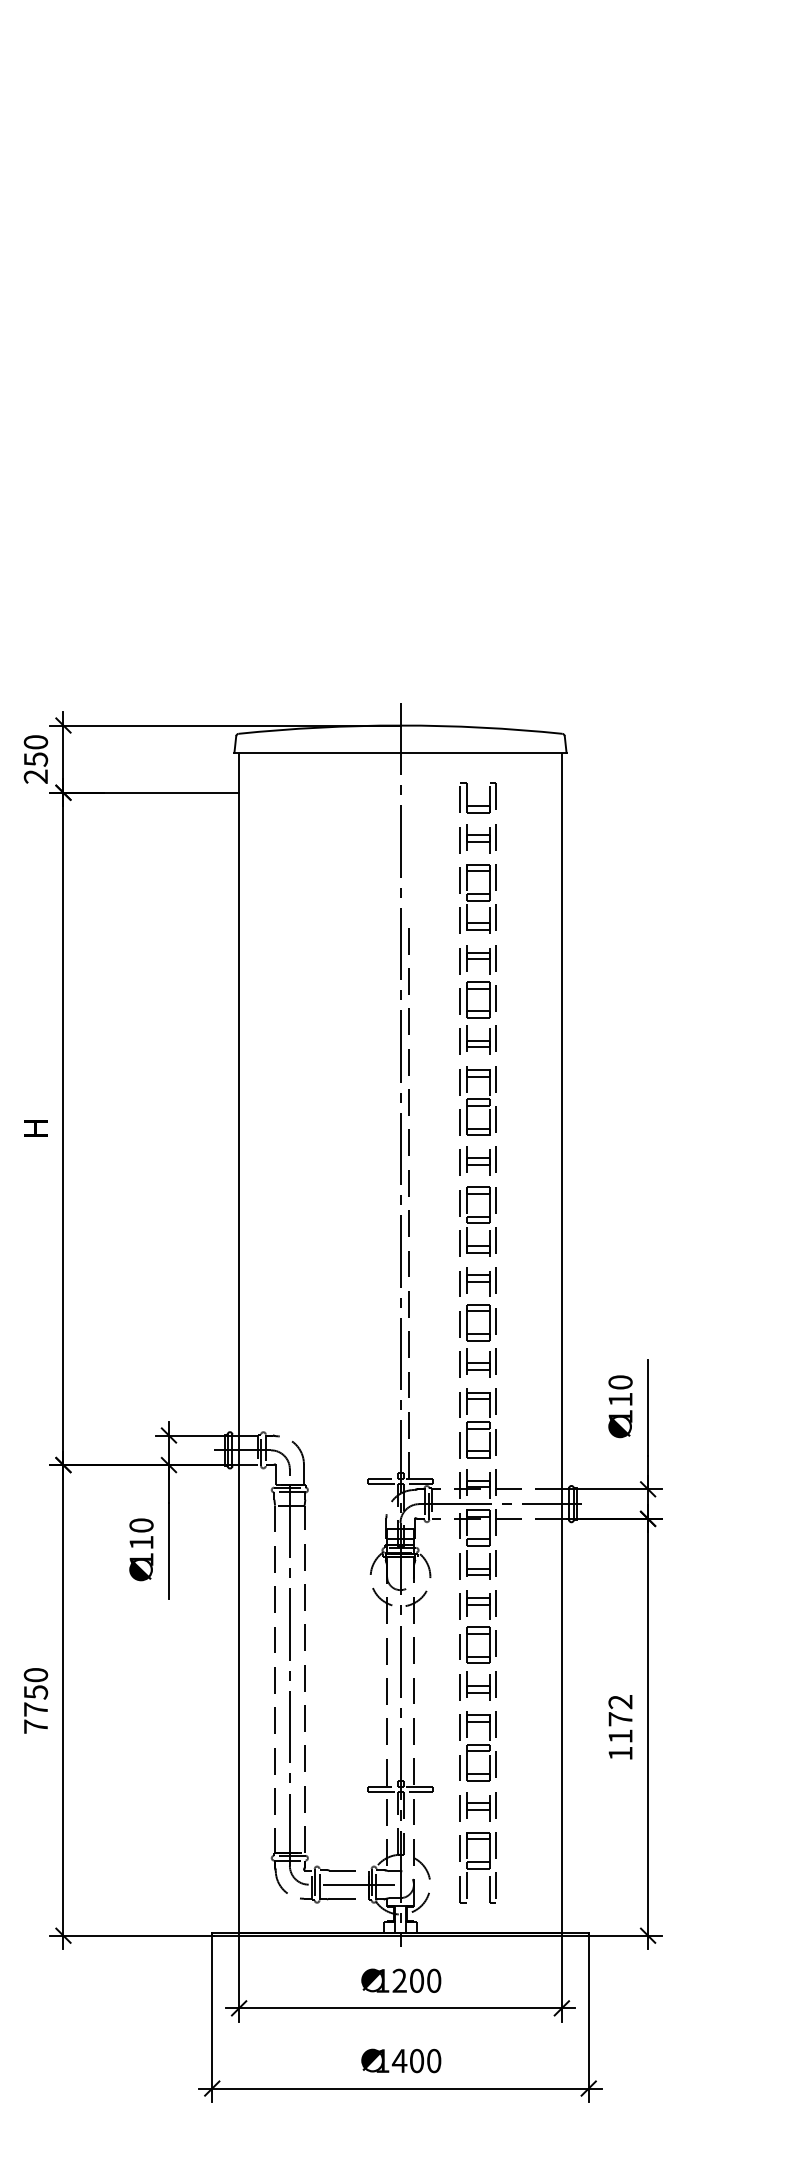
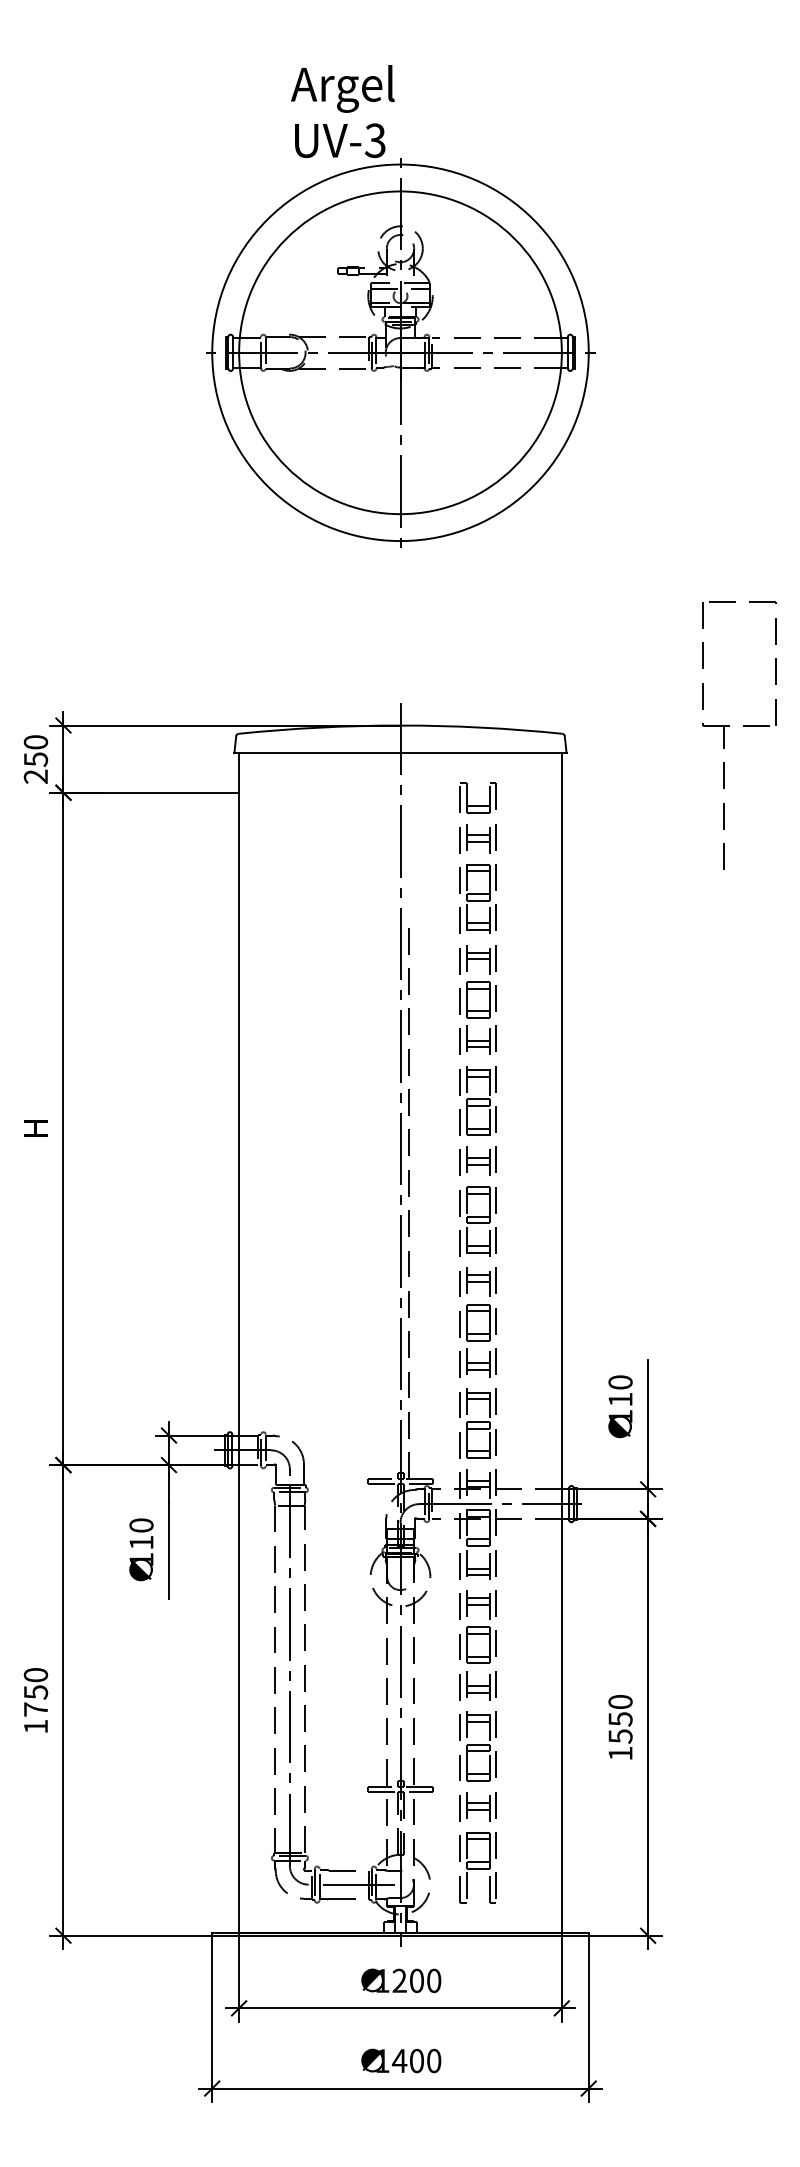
part at (400, 306): none -> present
part at (743, 726): none -> present
text at (620, 1719): 1172 -> 1550
text at (35, 1726): 7750 -> 1750
